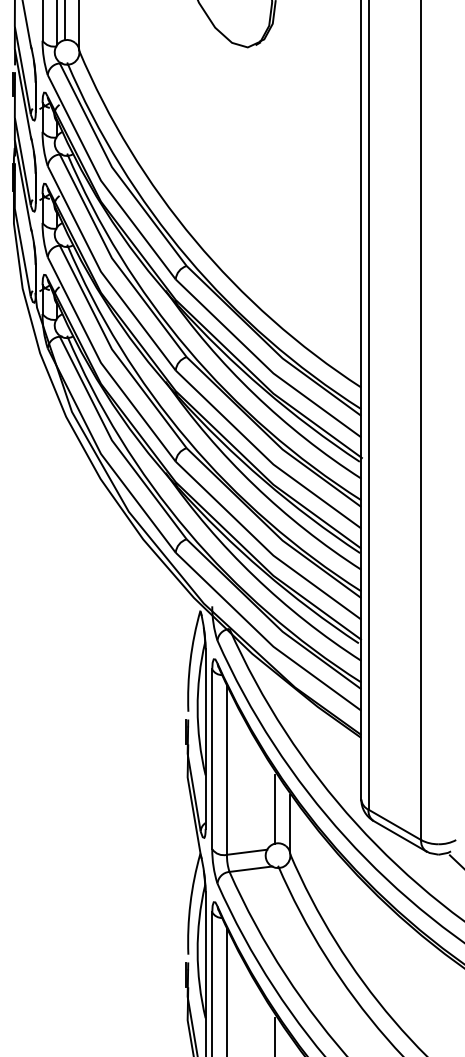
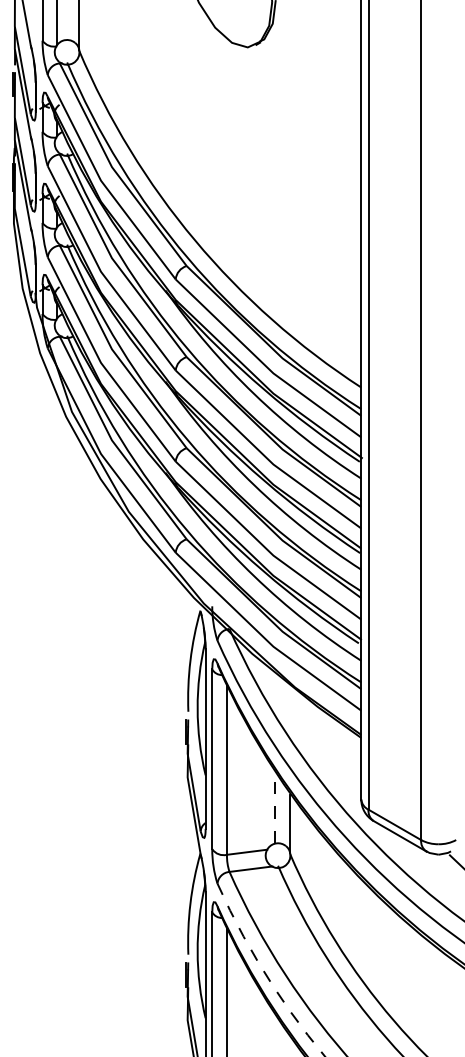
line at (64, 21): present -> none
line at (275, 809): solid -> dashed
arc at (265, 974): solid -> dashed
line at (275, 1035): present -> none
